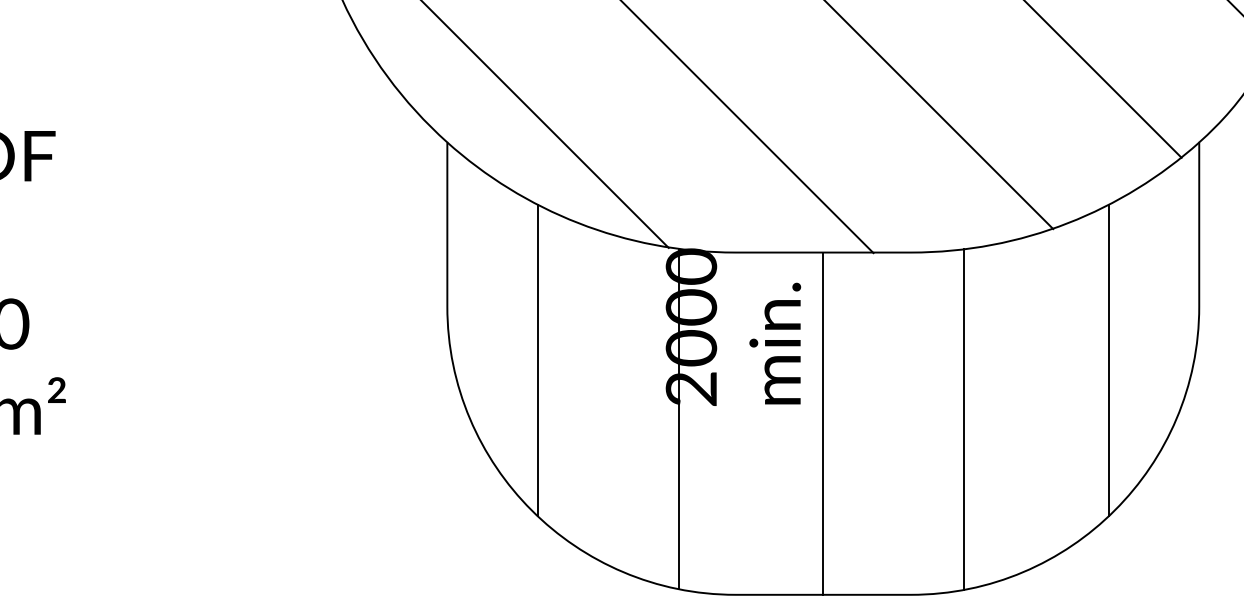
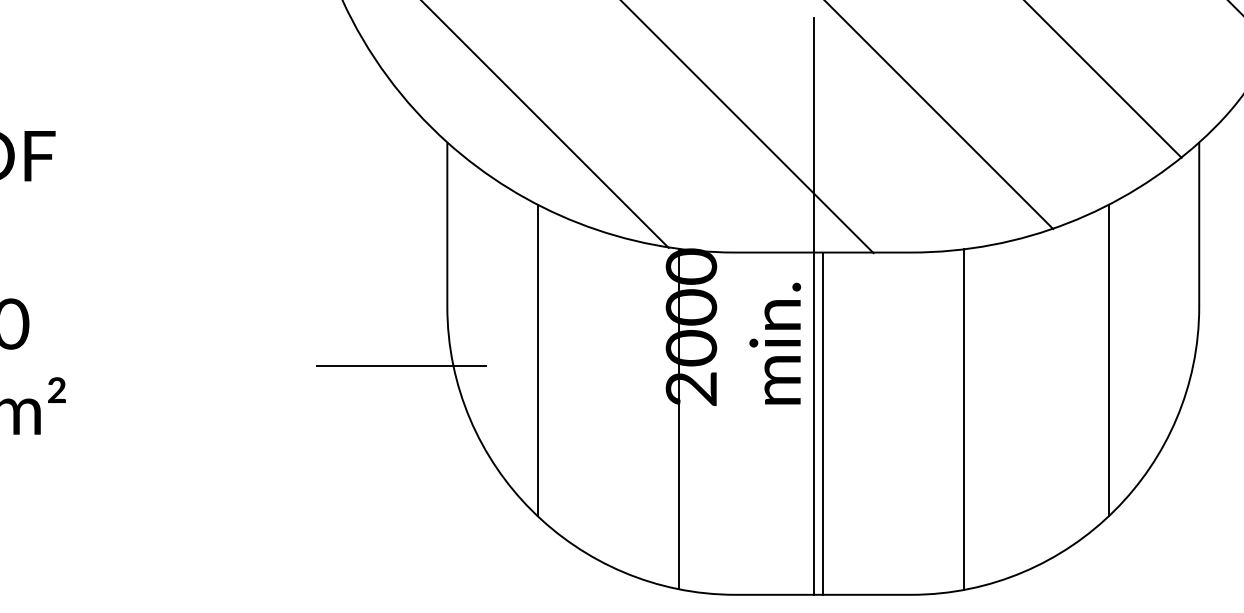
line at (813, 306): none -> present
line at (400, 365): none -> present
